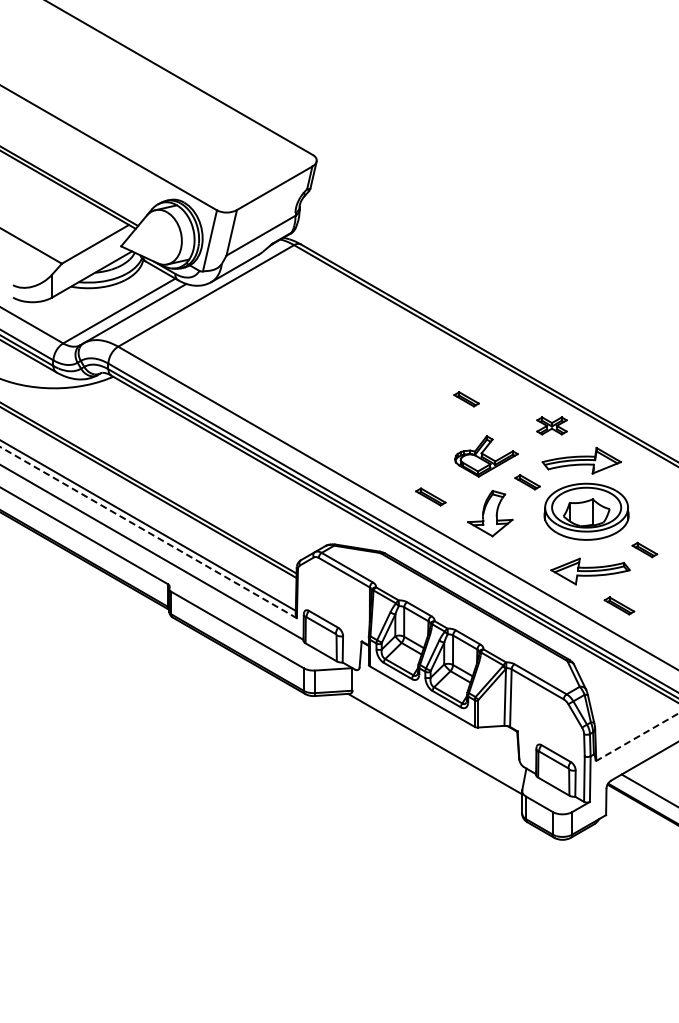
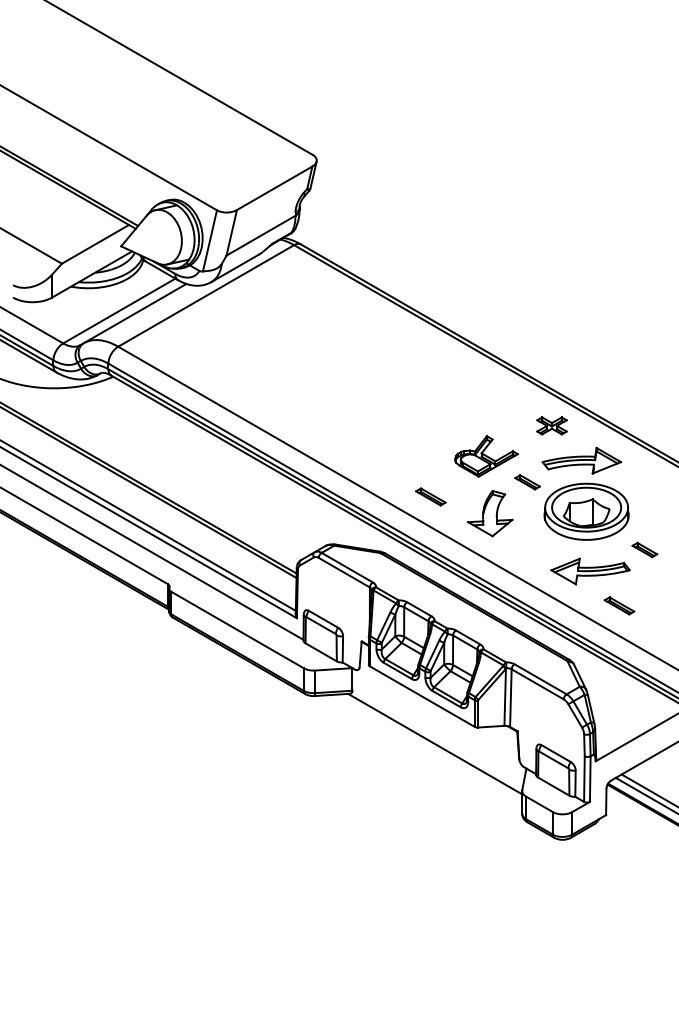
part at (466, 399): present -> none
line at (148, 532): dashed -> solid
line at (636, 737): dashed -> solid
line at (645, 794): none -> present
